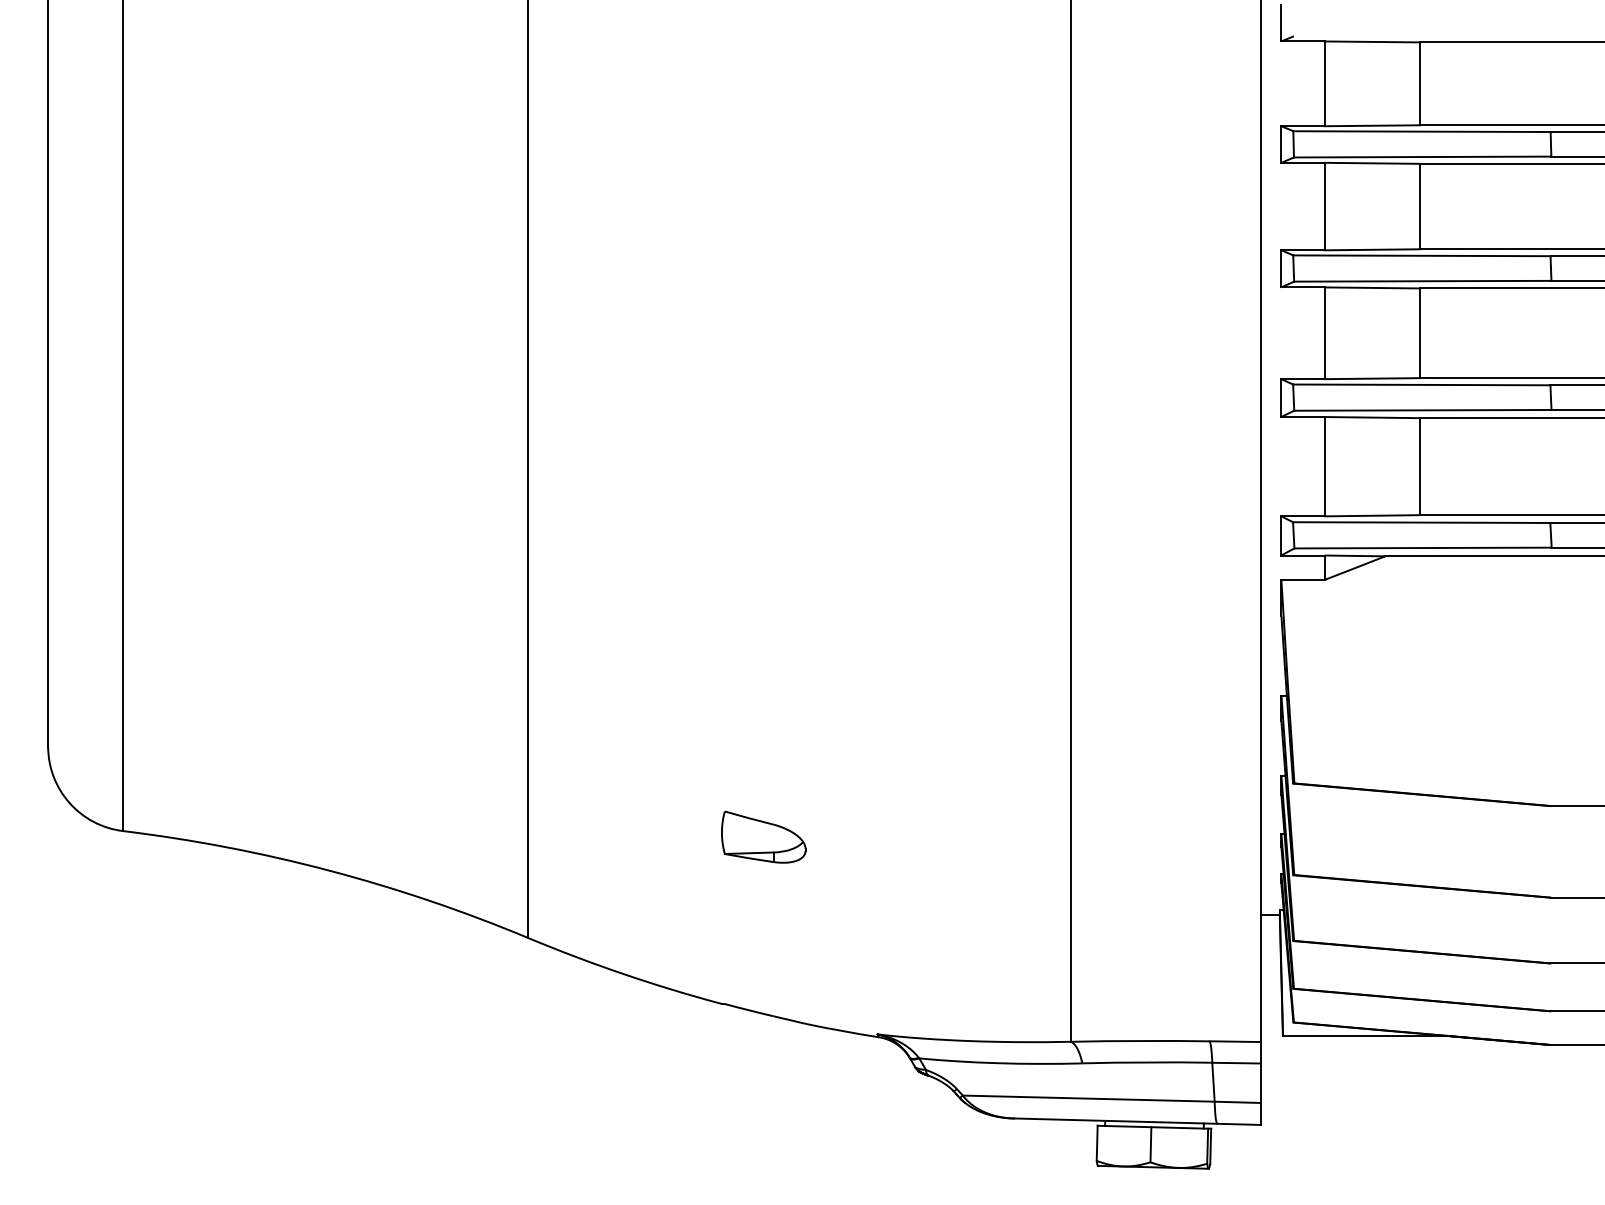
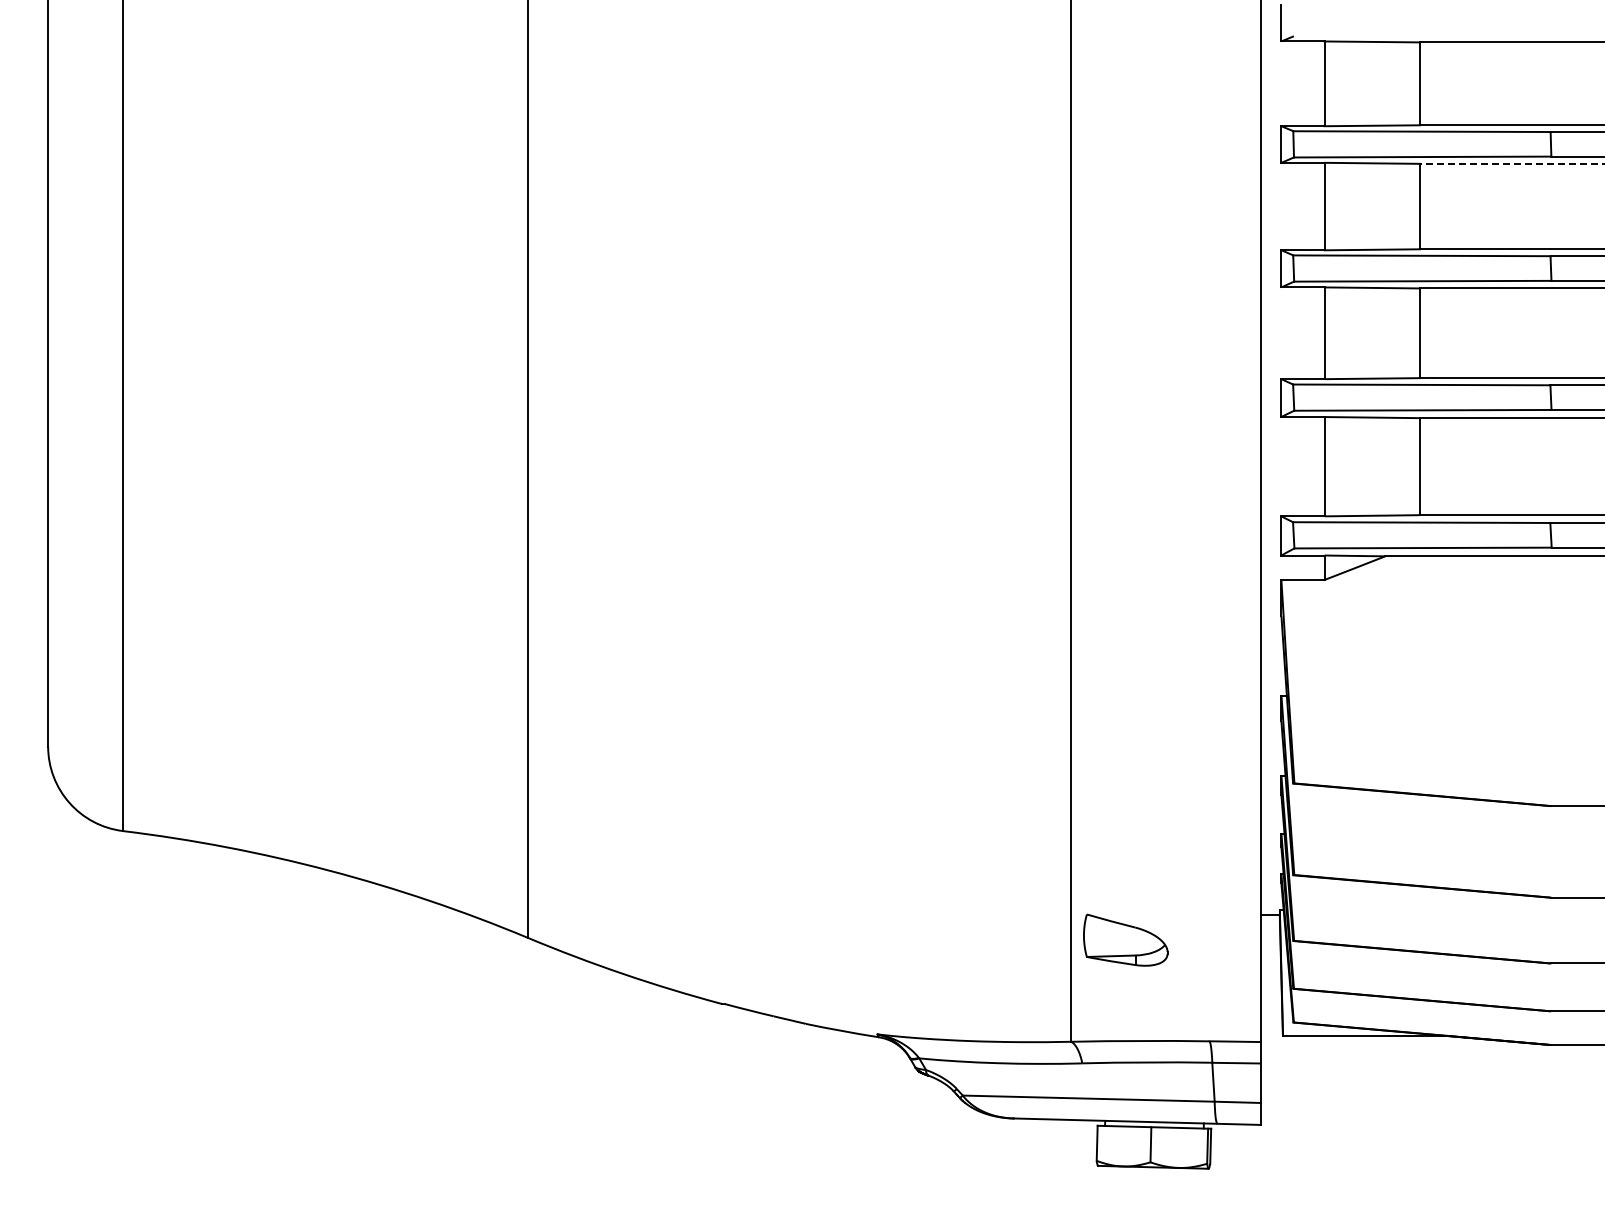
line at (1511, 163): solid -> dashed
part at (763, 836) position: (763, 836) -> (1125, 939)
